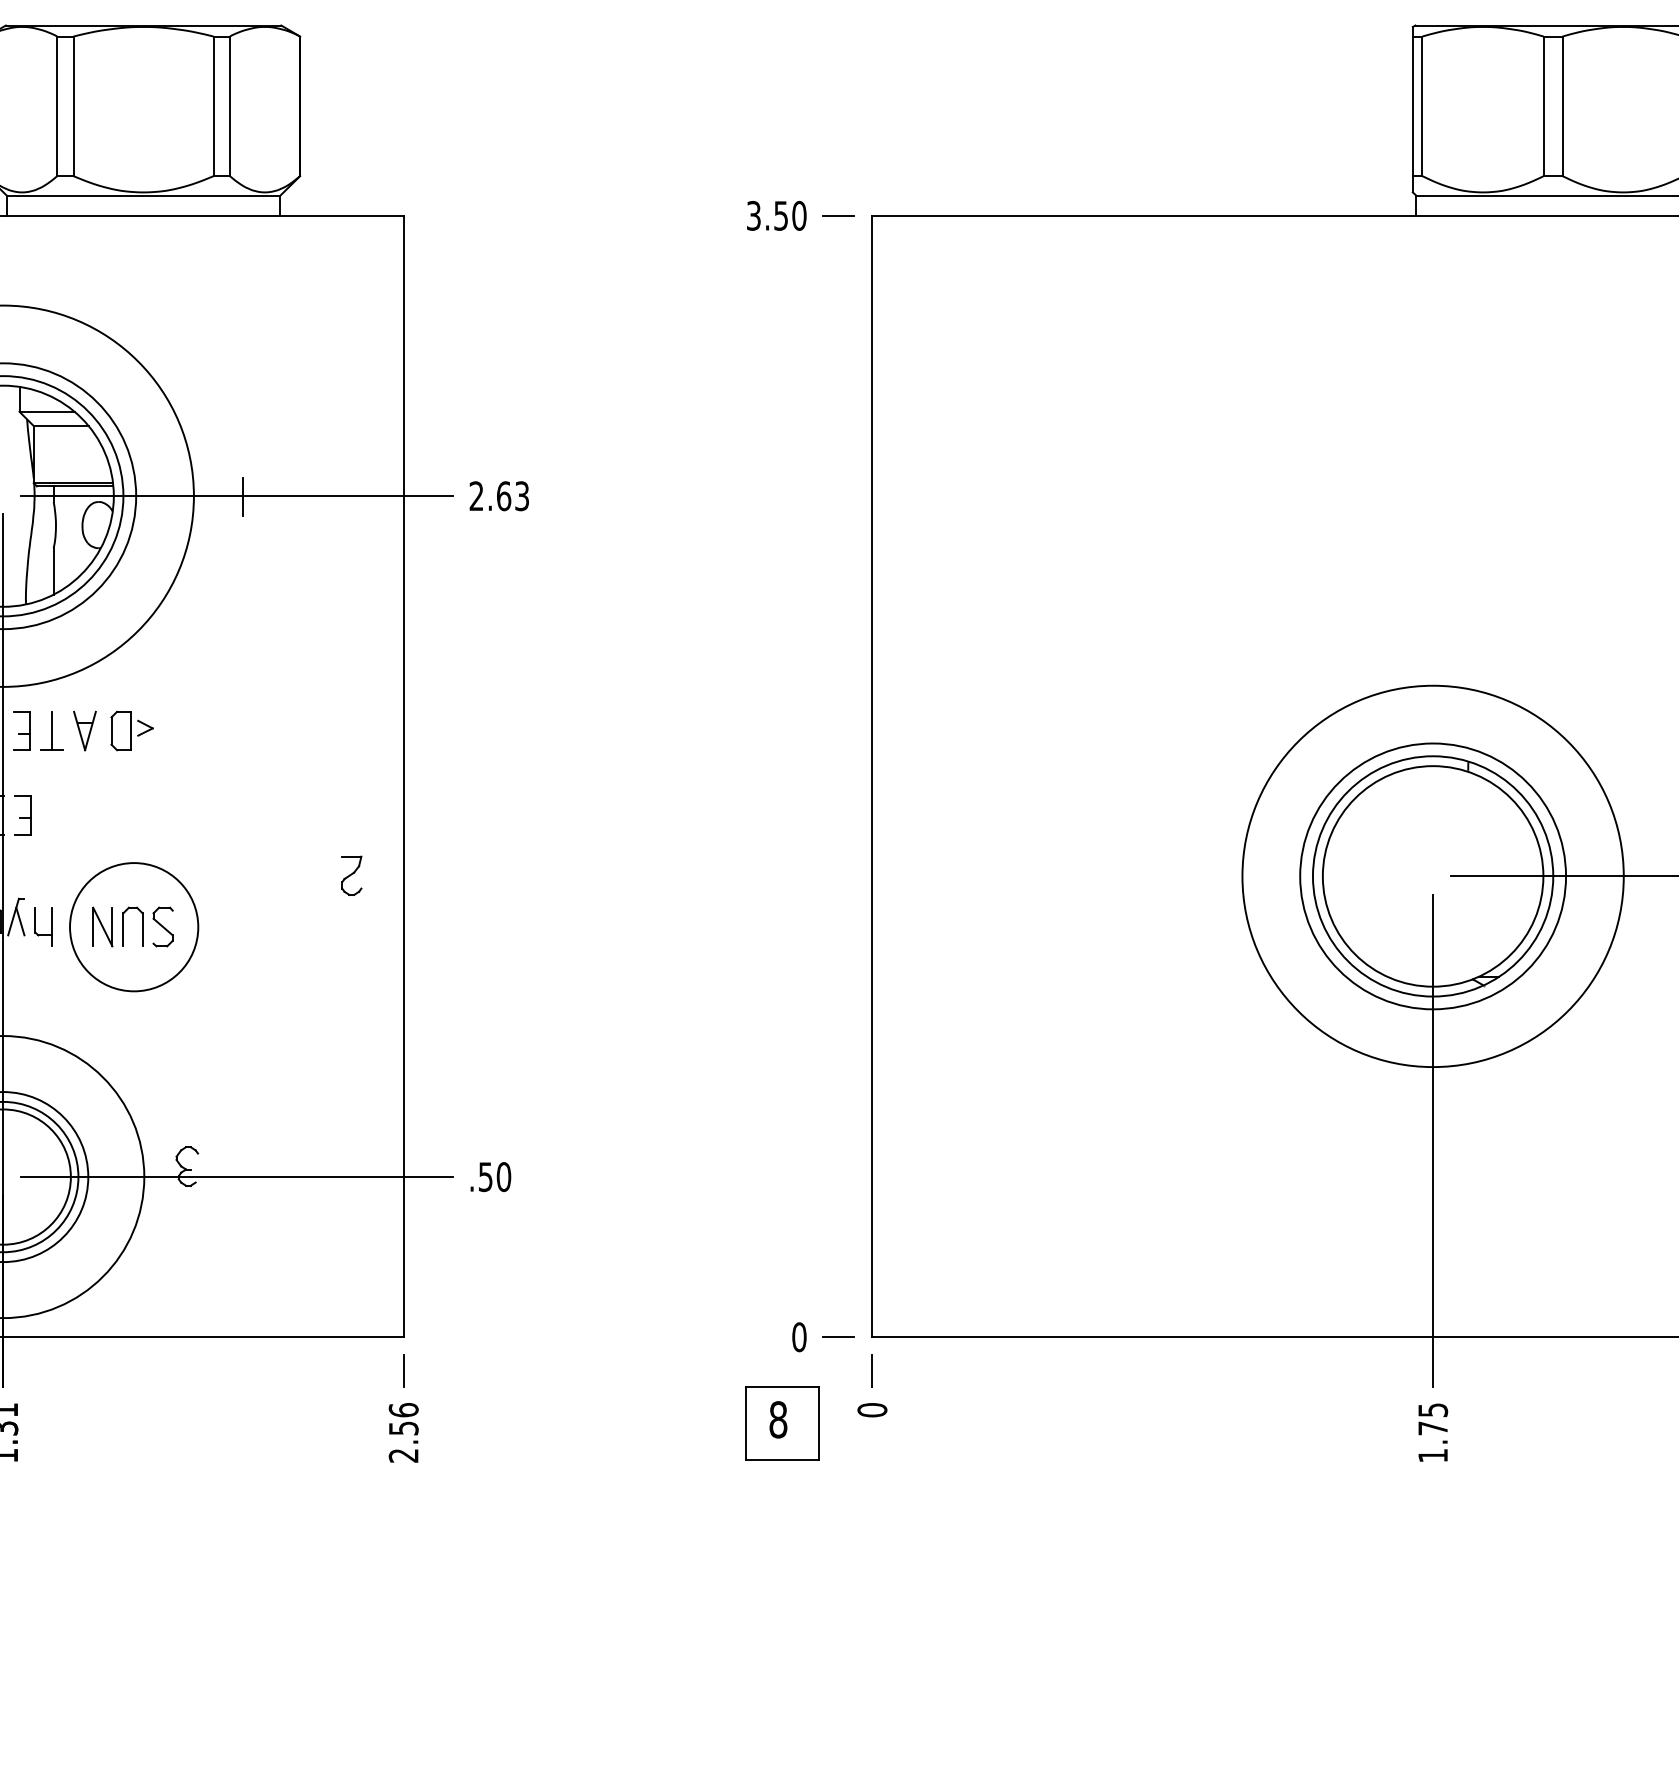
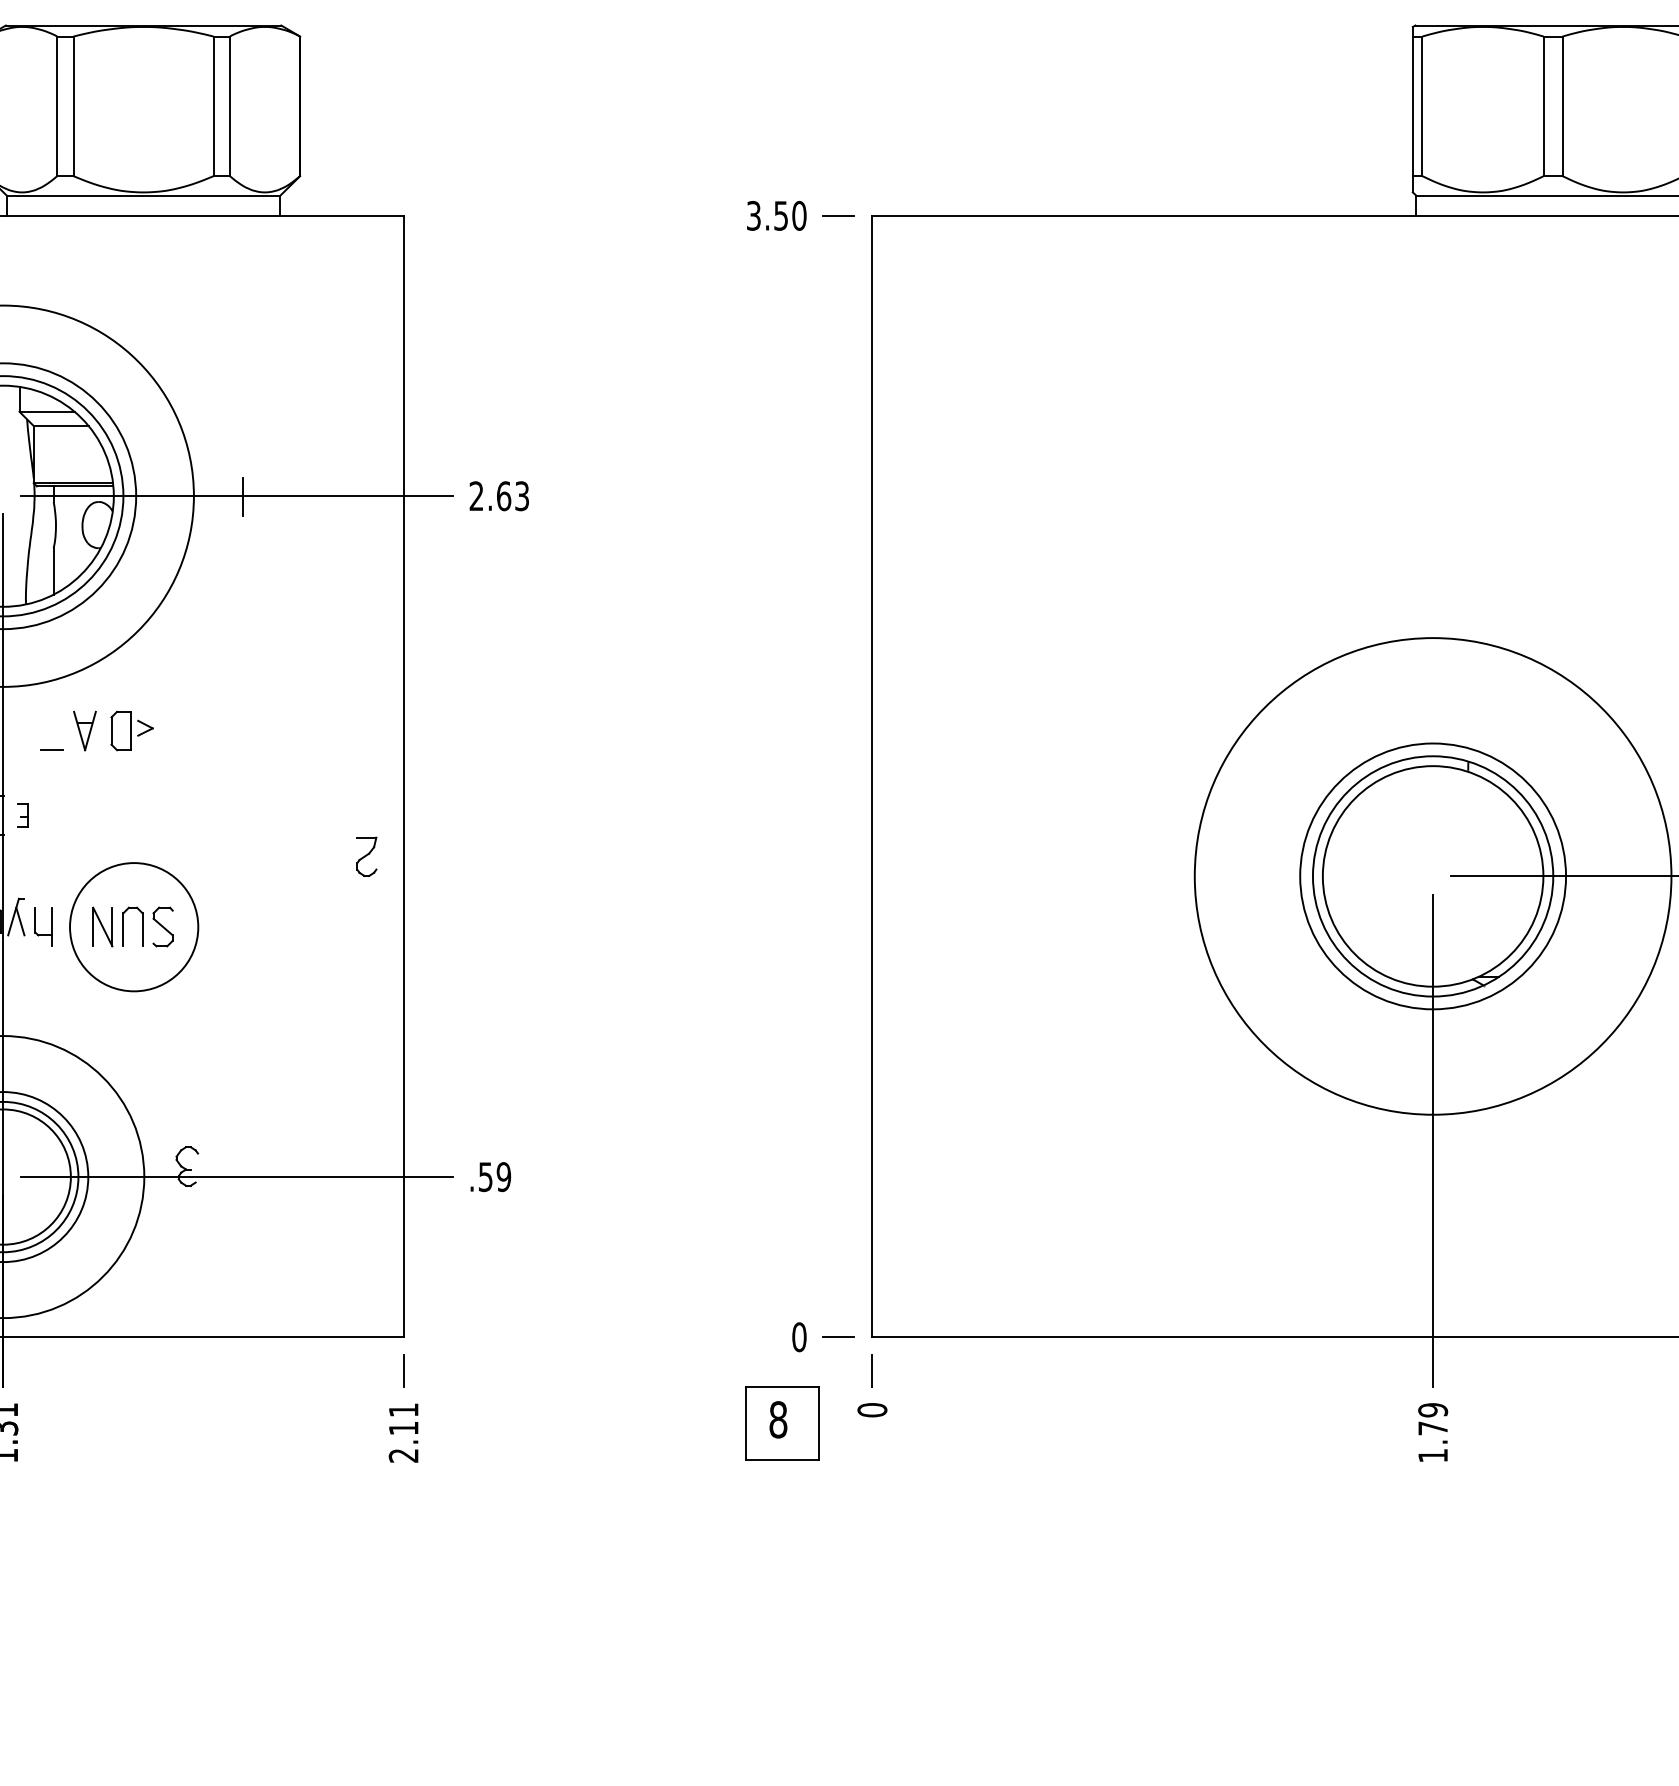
part at (21, 730): present -> none
line at (52, 730): present -> none
part at (22, 815) size: 18x41 px -> 12x25 px
part at (351, 875) position: (351, 875) -> (366, 856)
circle at (1432, 876) diameter: 381 px -> 477 px
text at (503, 1177): .50 -> .59
text at (1432, 1410): 1.75 -> 1.79
text at (403, 1419): 2.56 -> 2.11
